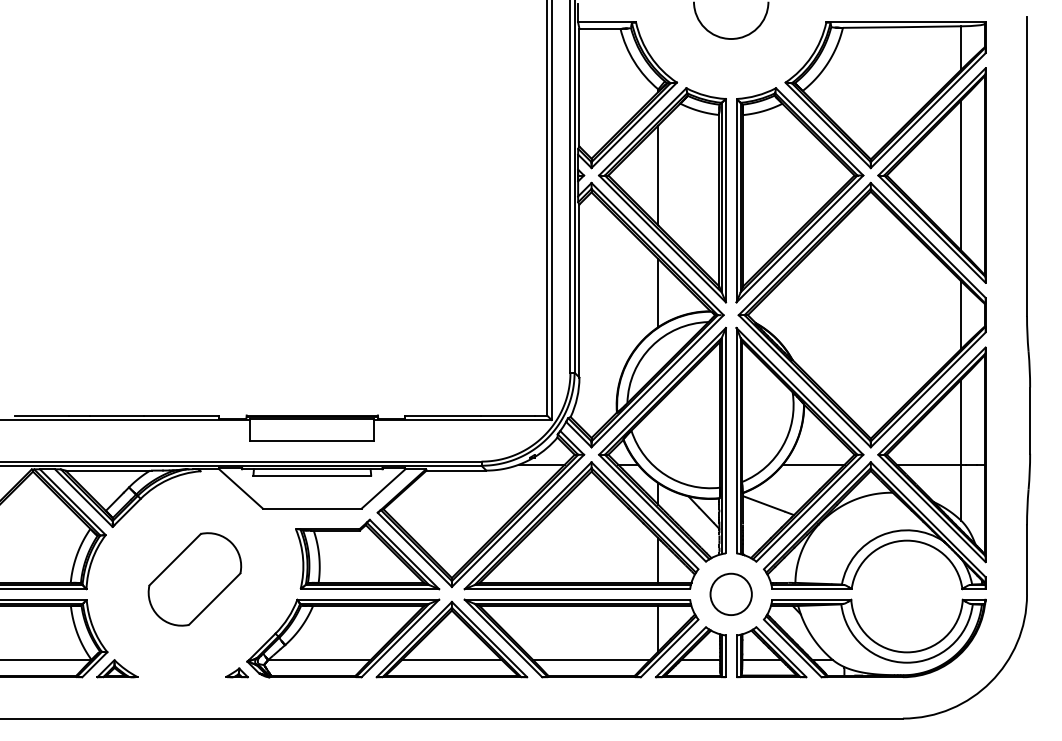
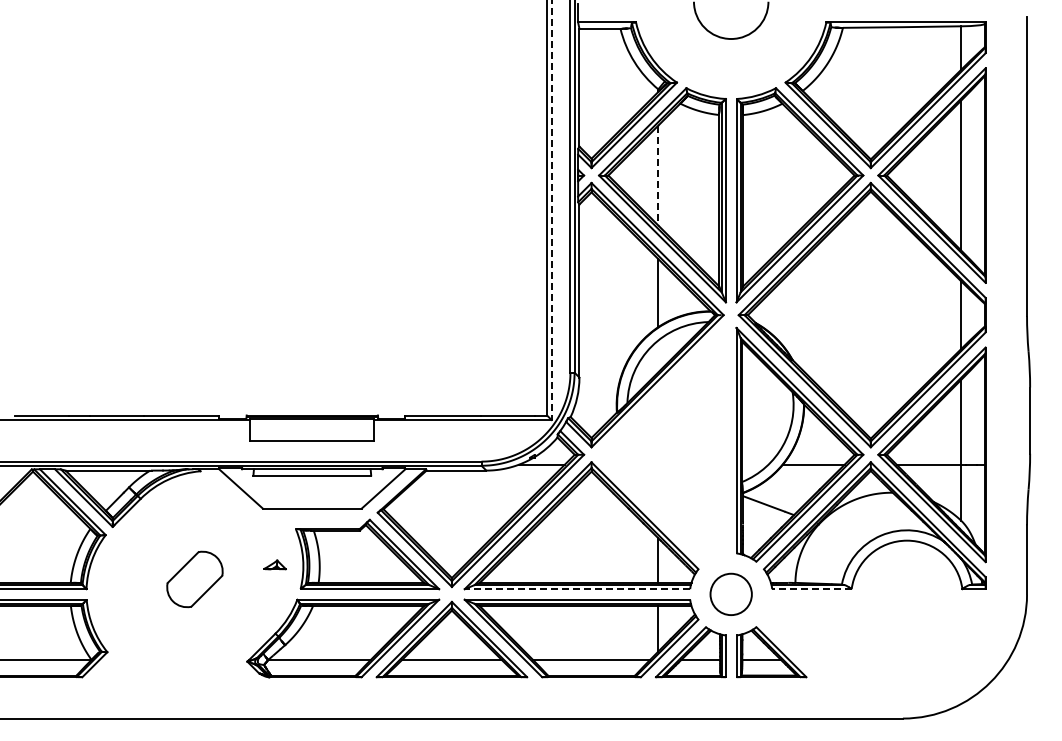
line at (658, 175): solid -> dashed
line at (551, 210): solid -> dashed
part at (662, 444): present -> none
part at (194, 579) size: 96x95 px -> 58x59 px
line at (577, 589): solid -> dashed
line at (811, 589): solid -> dashed
part at (874, 638): present -> none
part at (117, 668): present -> none
part at (236, 672) position: (236, 672) -> (274, 564)
